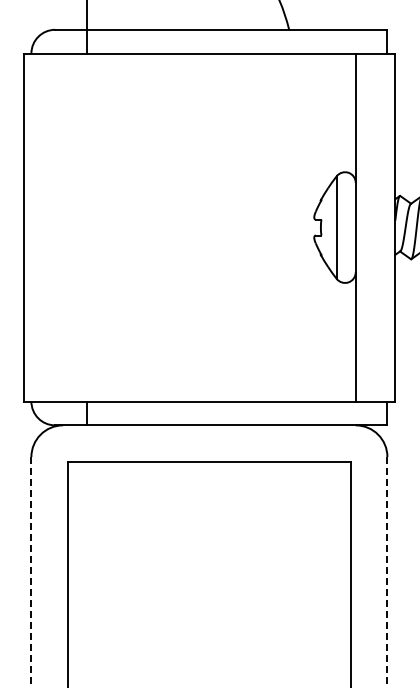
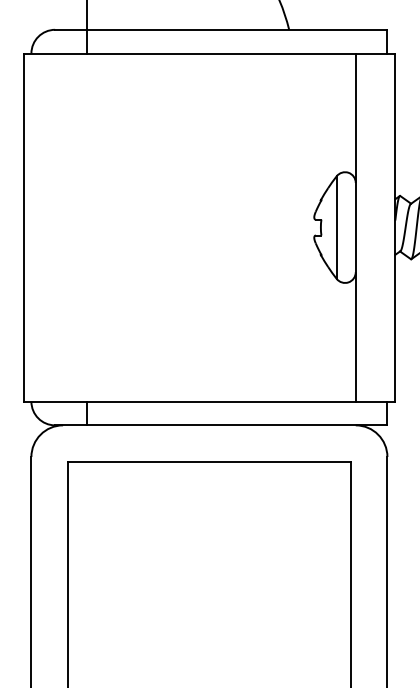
line at (31, 571): dashed -> solid
line at (387, 572): dashed -> solid
